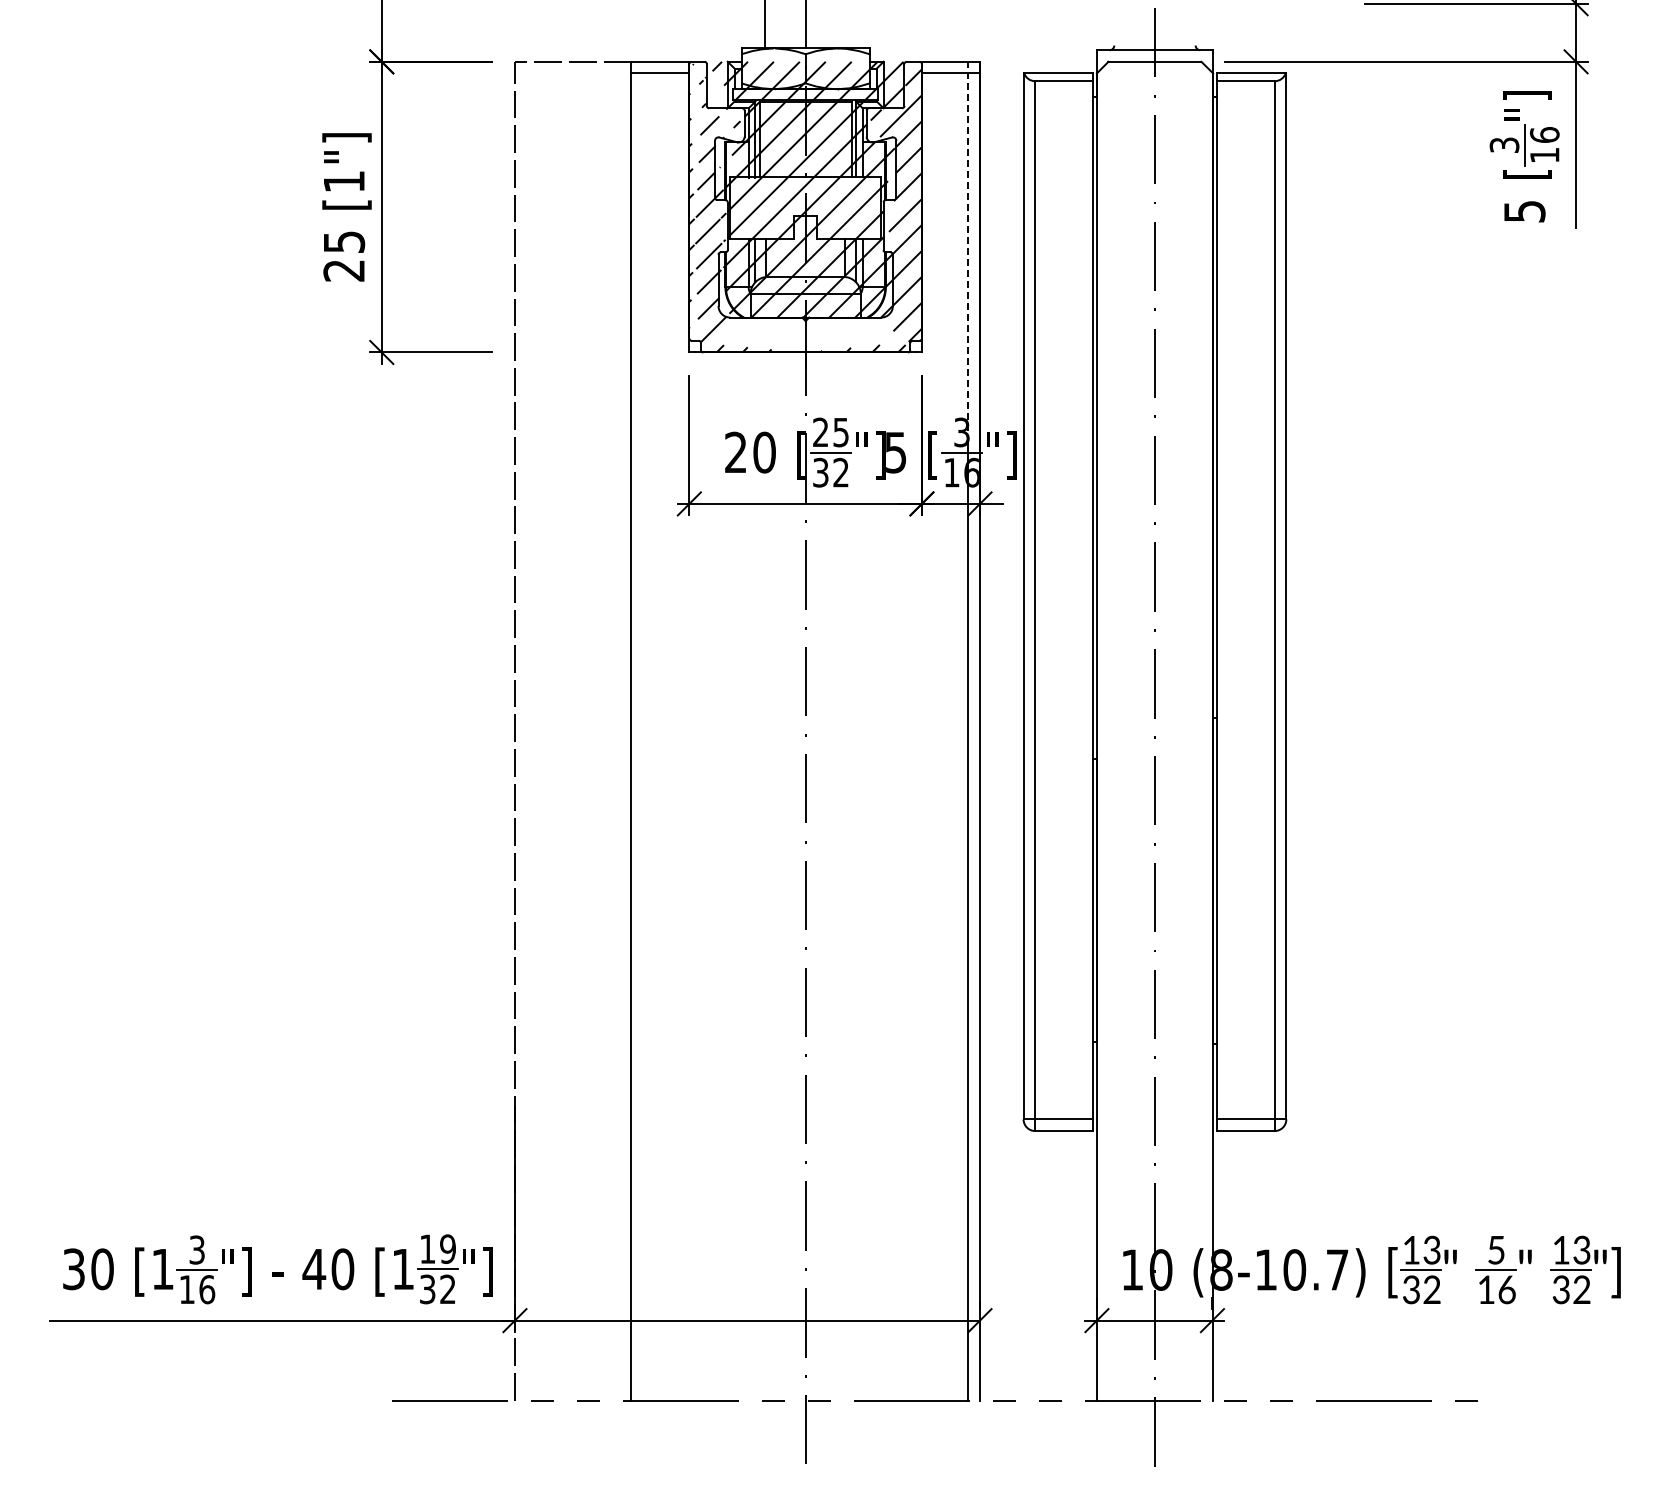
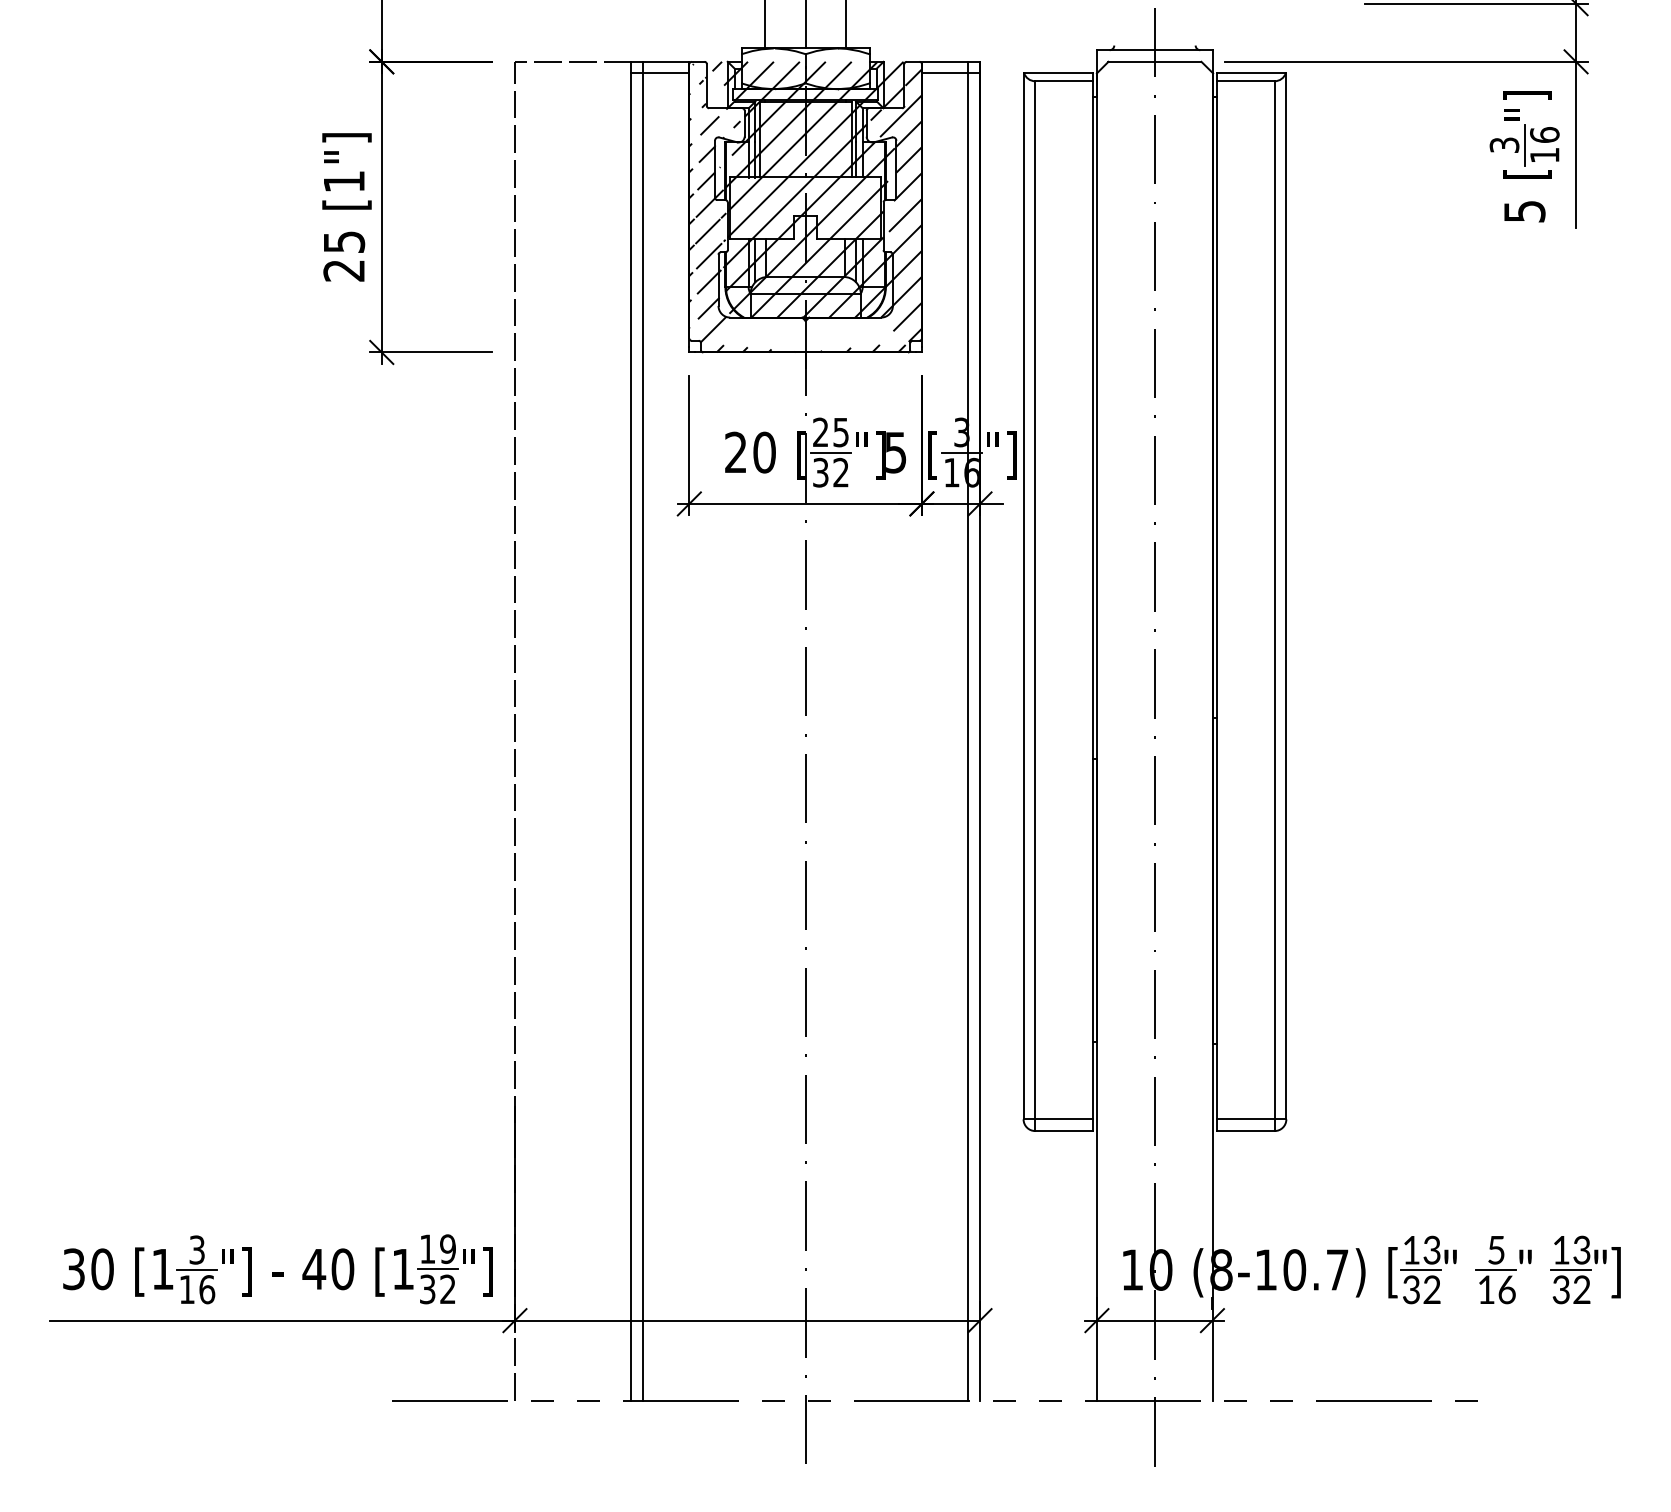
line at (846, 25): none -> present
line at (968, 251): dashed -> solid
line at (642, 730): none -> present
